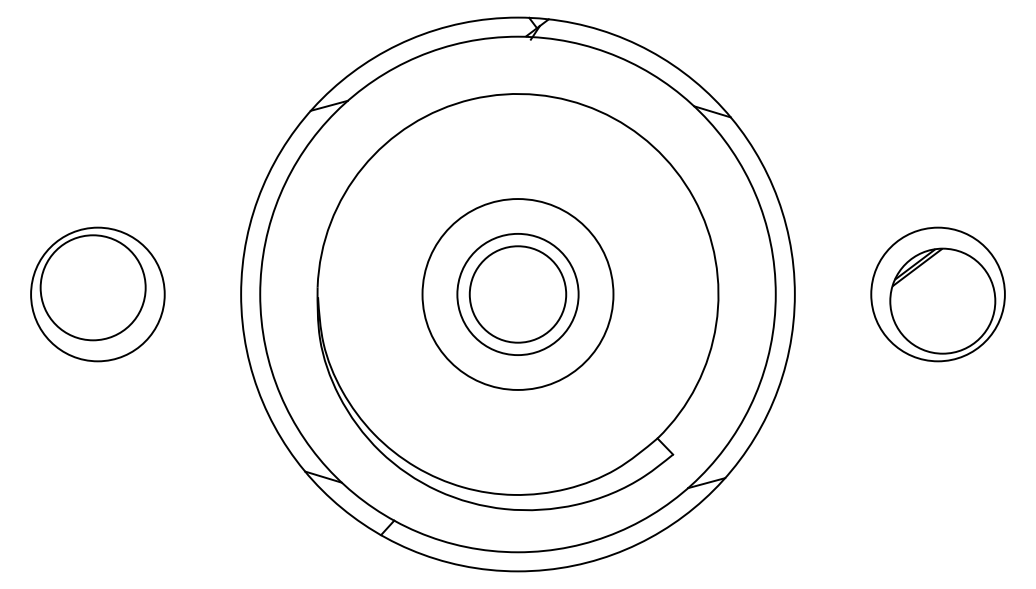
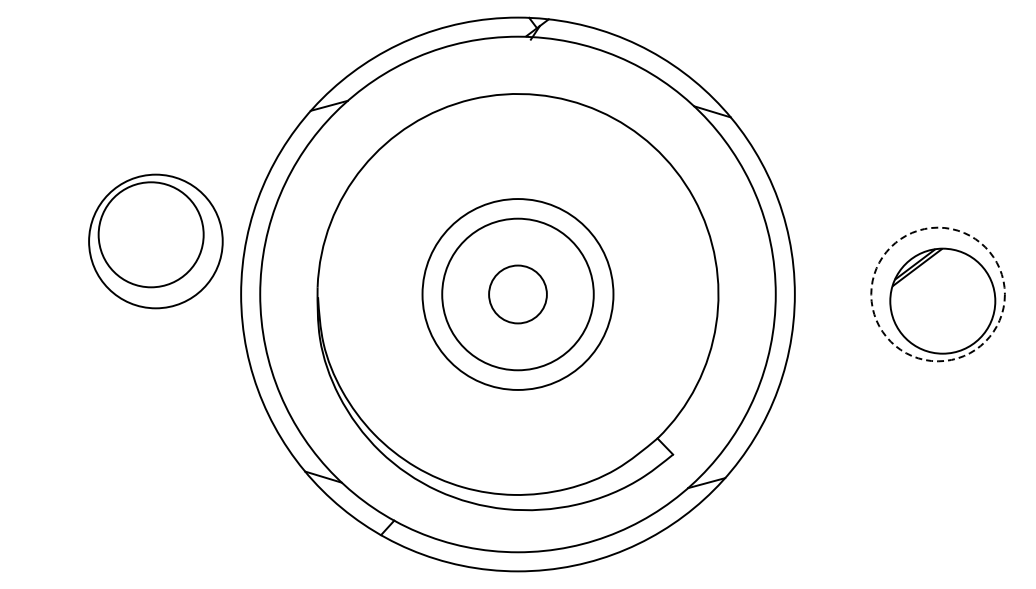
part at (97, 294) position: (97, 294) -> (155, 241)
circle at (517, 294) diameter: 121 px -> 152 px
circle at (517, 294) diameter: 96 px -> 58 px
circle at (937, 294): solid -> dashed
